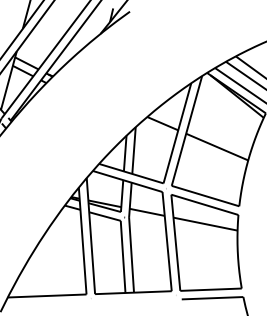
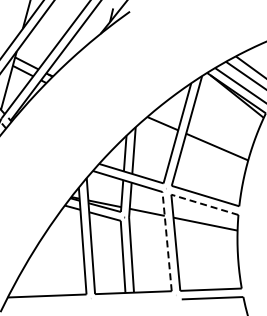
line at (204, 204): solid -> dashed
line at (167, 241): solid -> dashed
